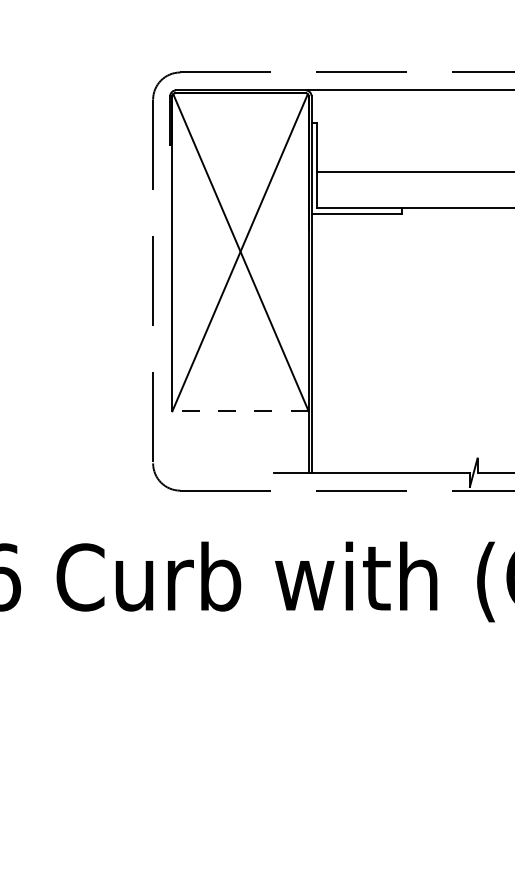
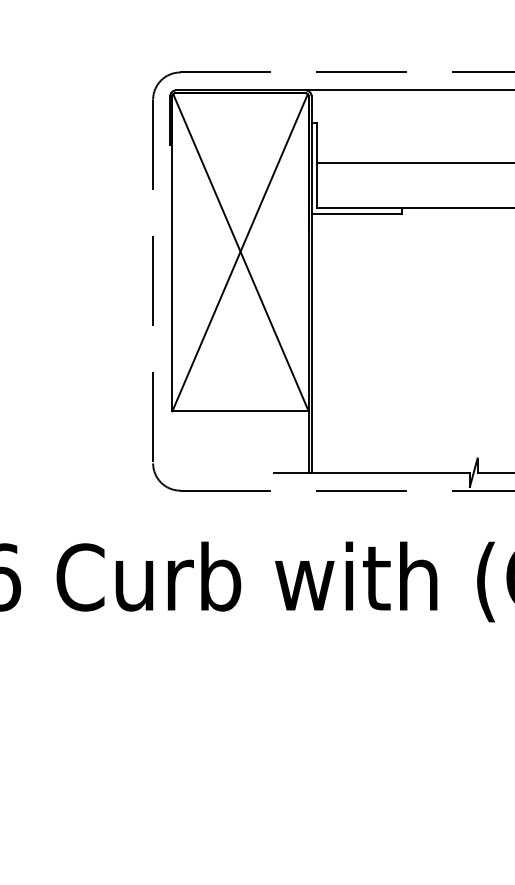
line at (414, 171) position: (414, 171) -> (414, 162)
line at (240, 411): dashed -> solid
